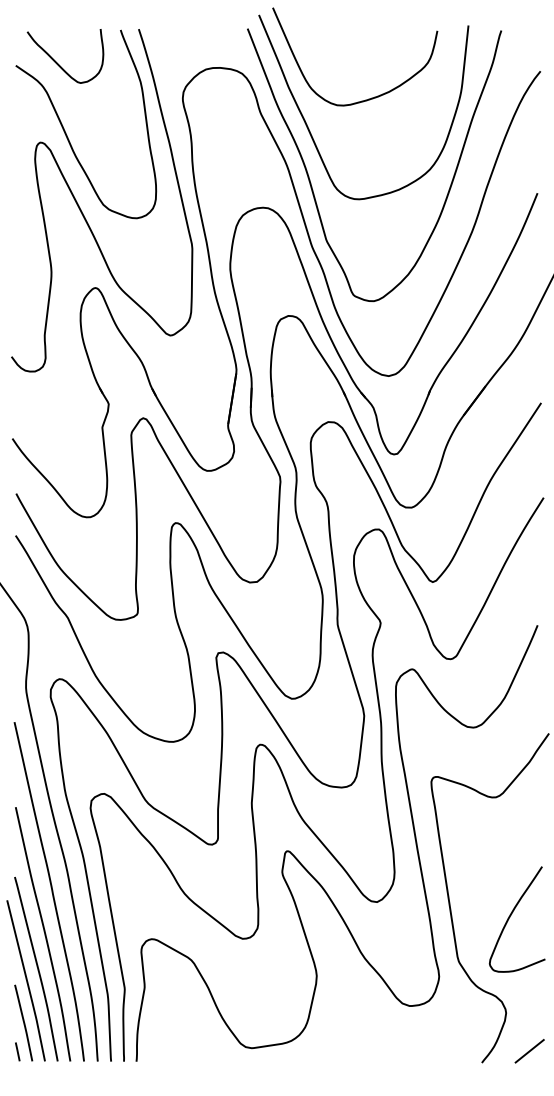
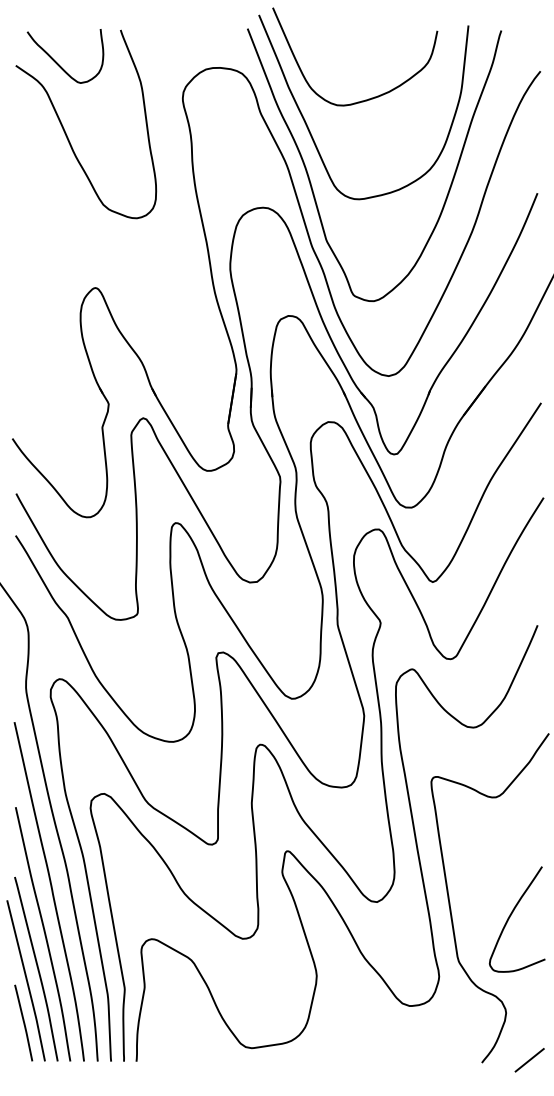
curve at (82, 211): present -> none
line at (17, 1051): present -> none
line at (529, 1051) position: (529, 1051) -> (529, 1060)
